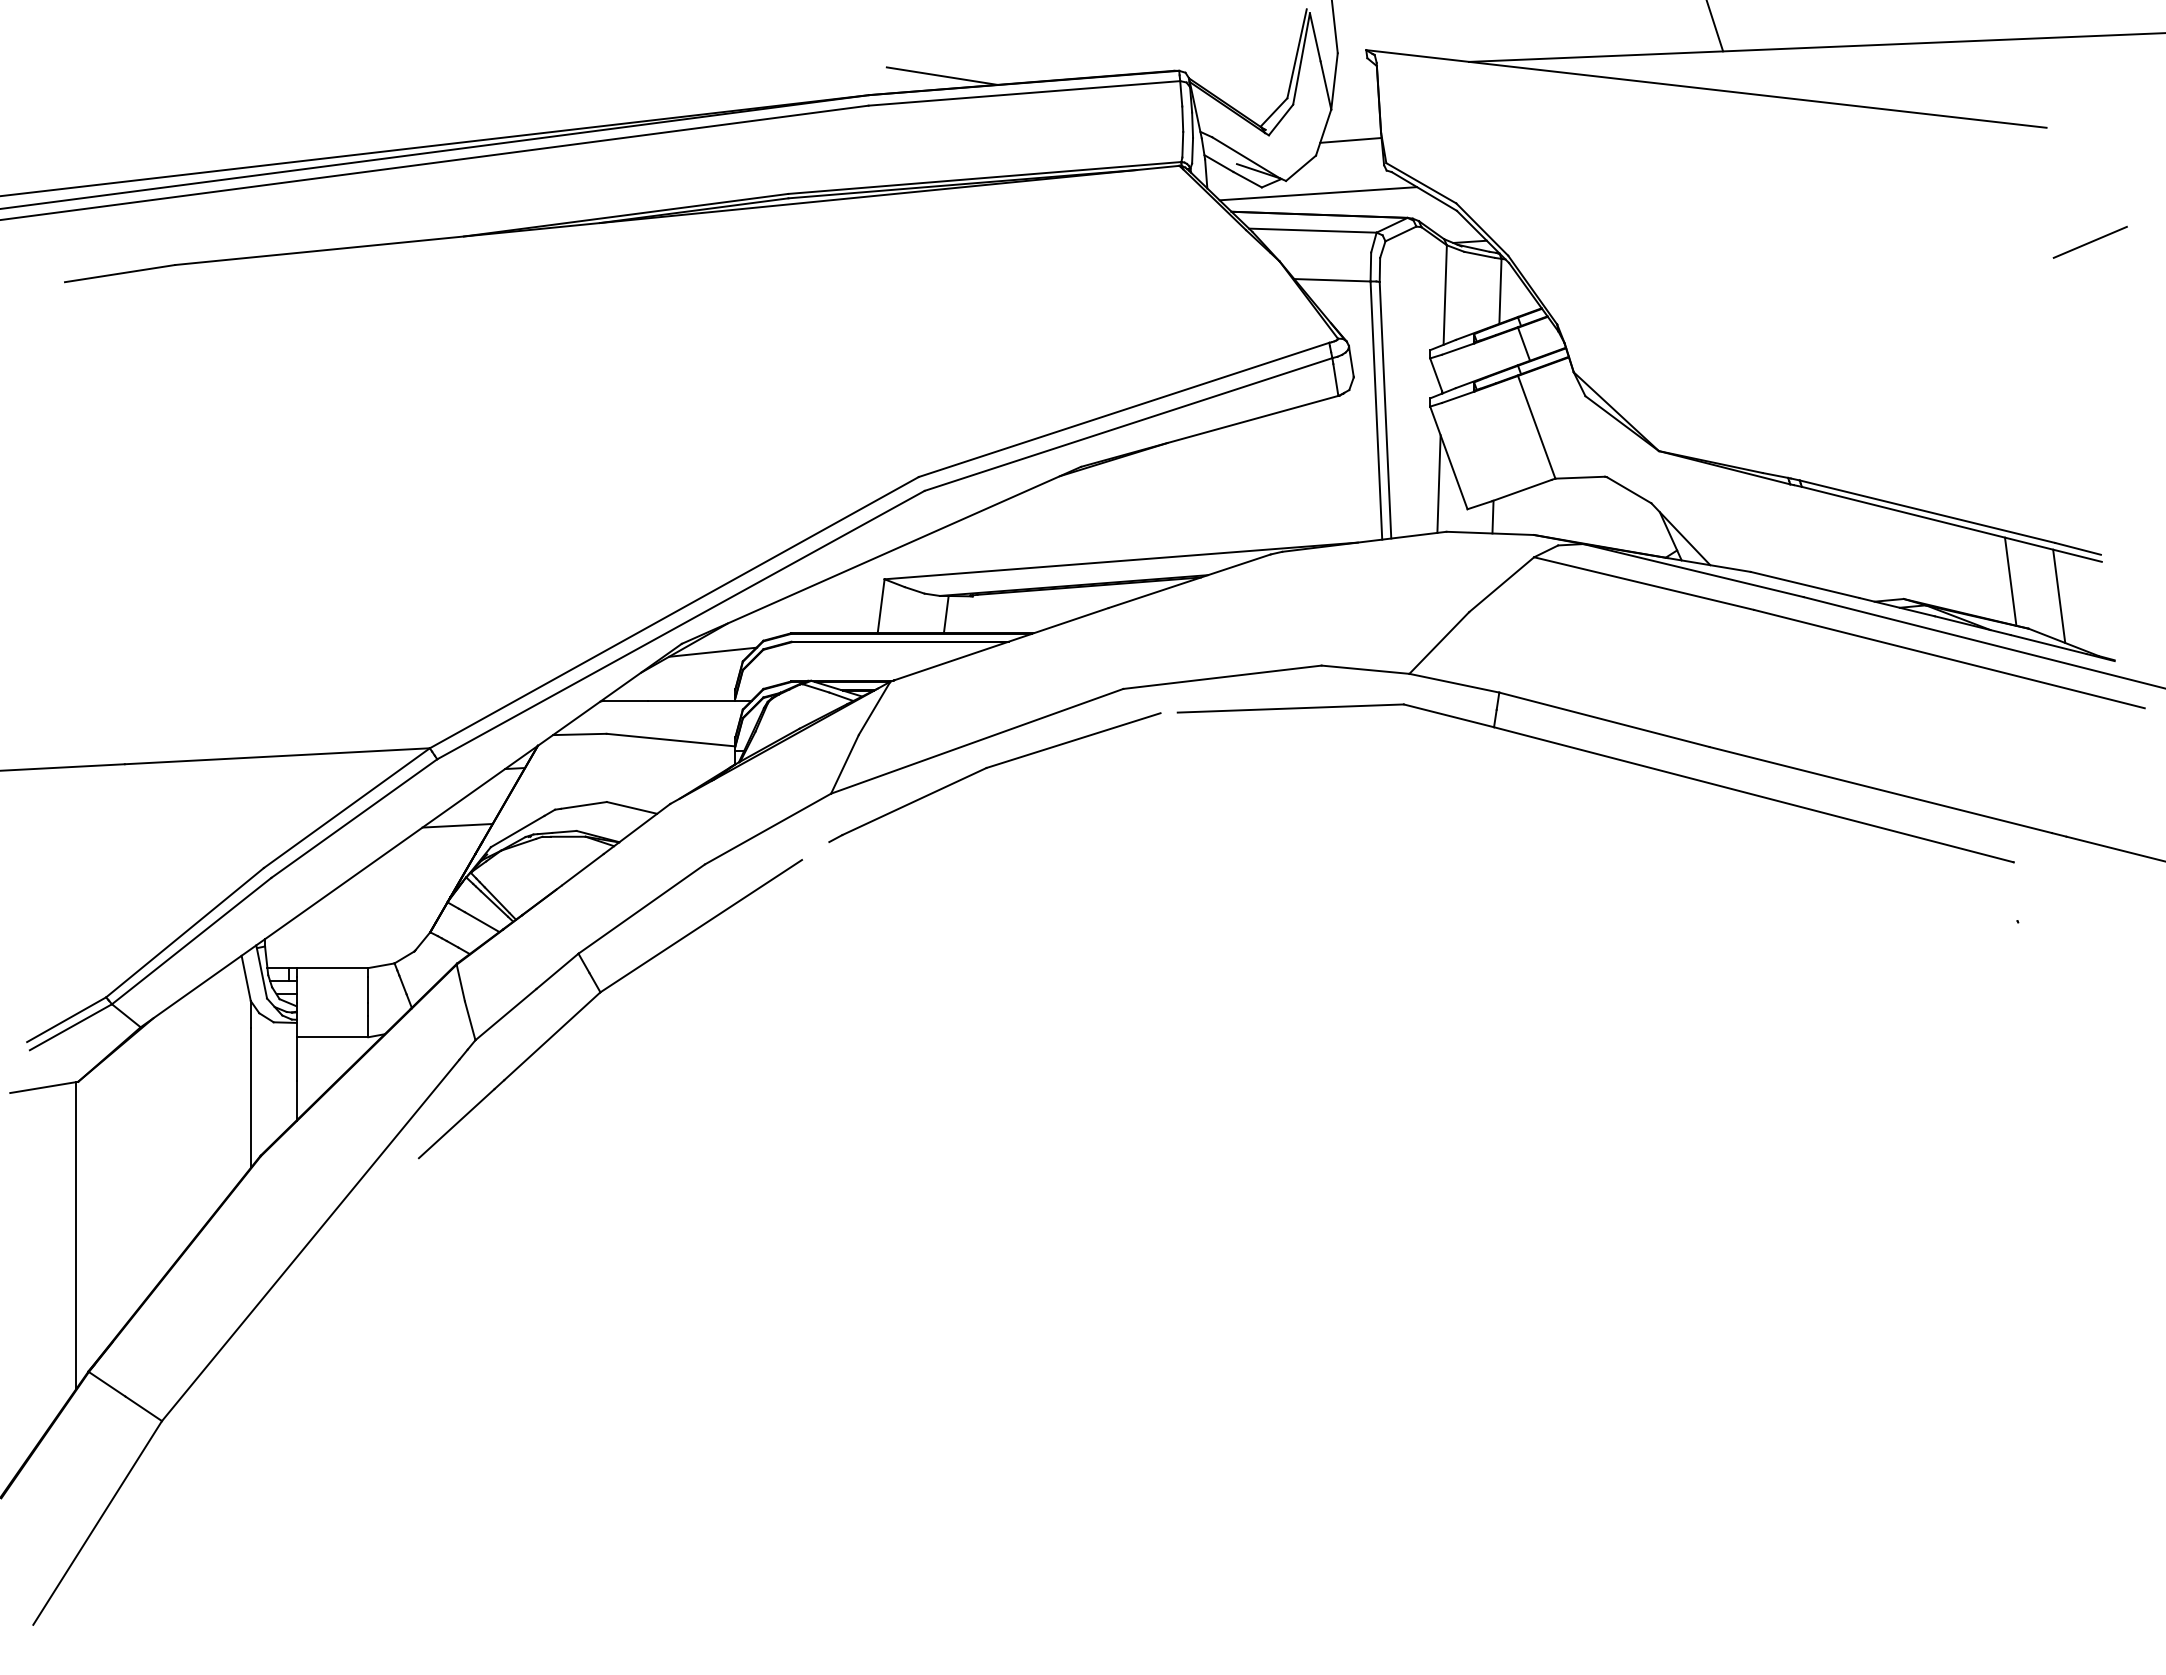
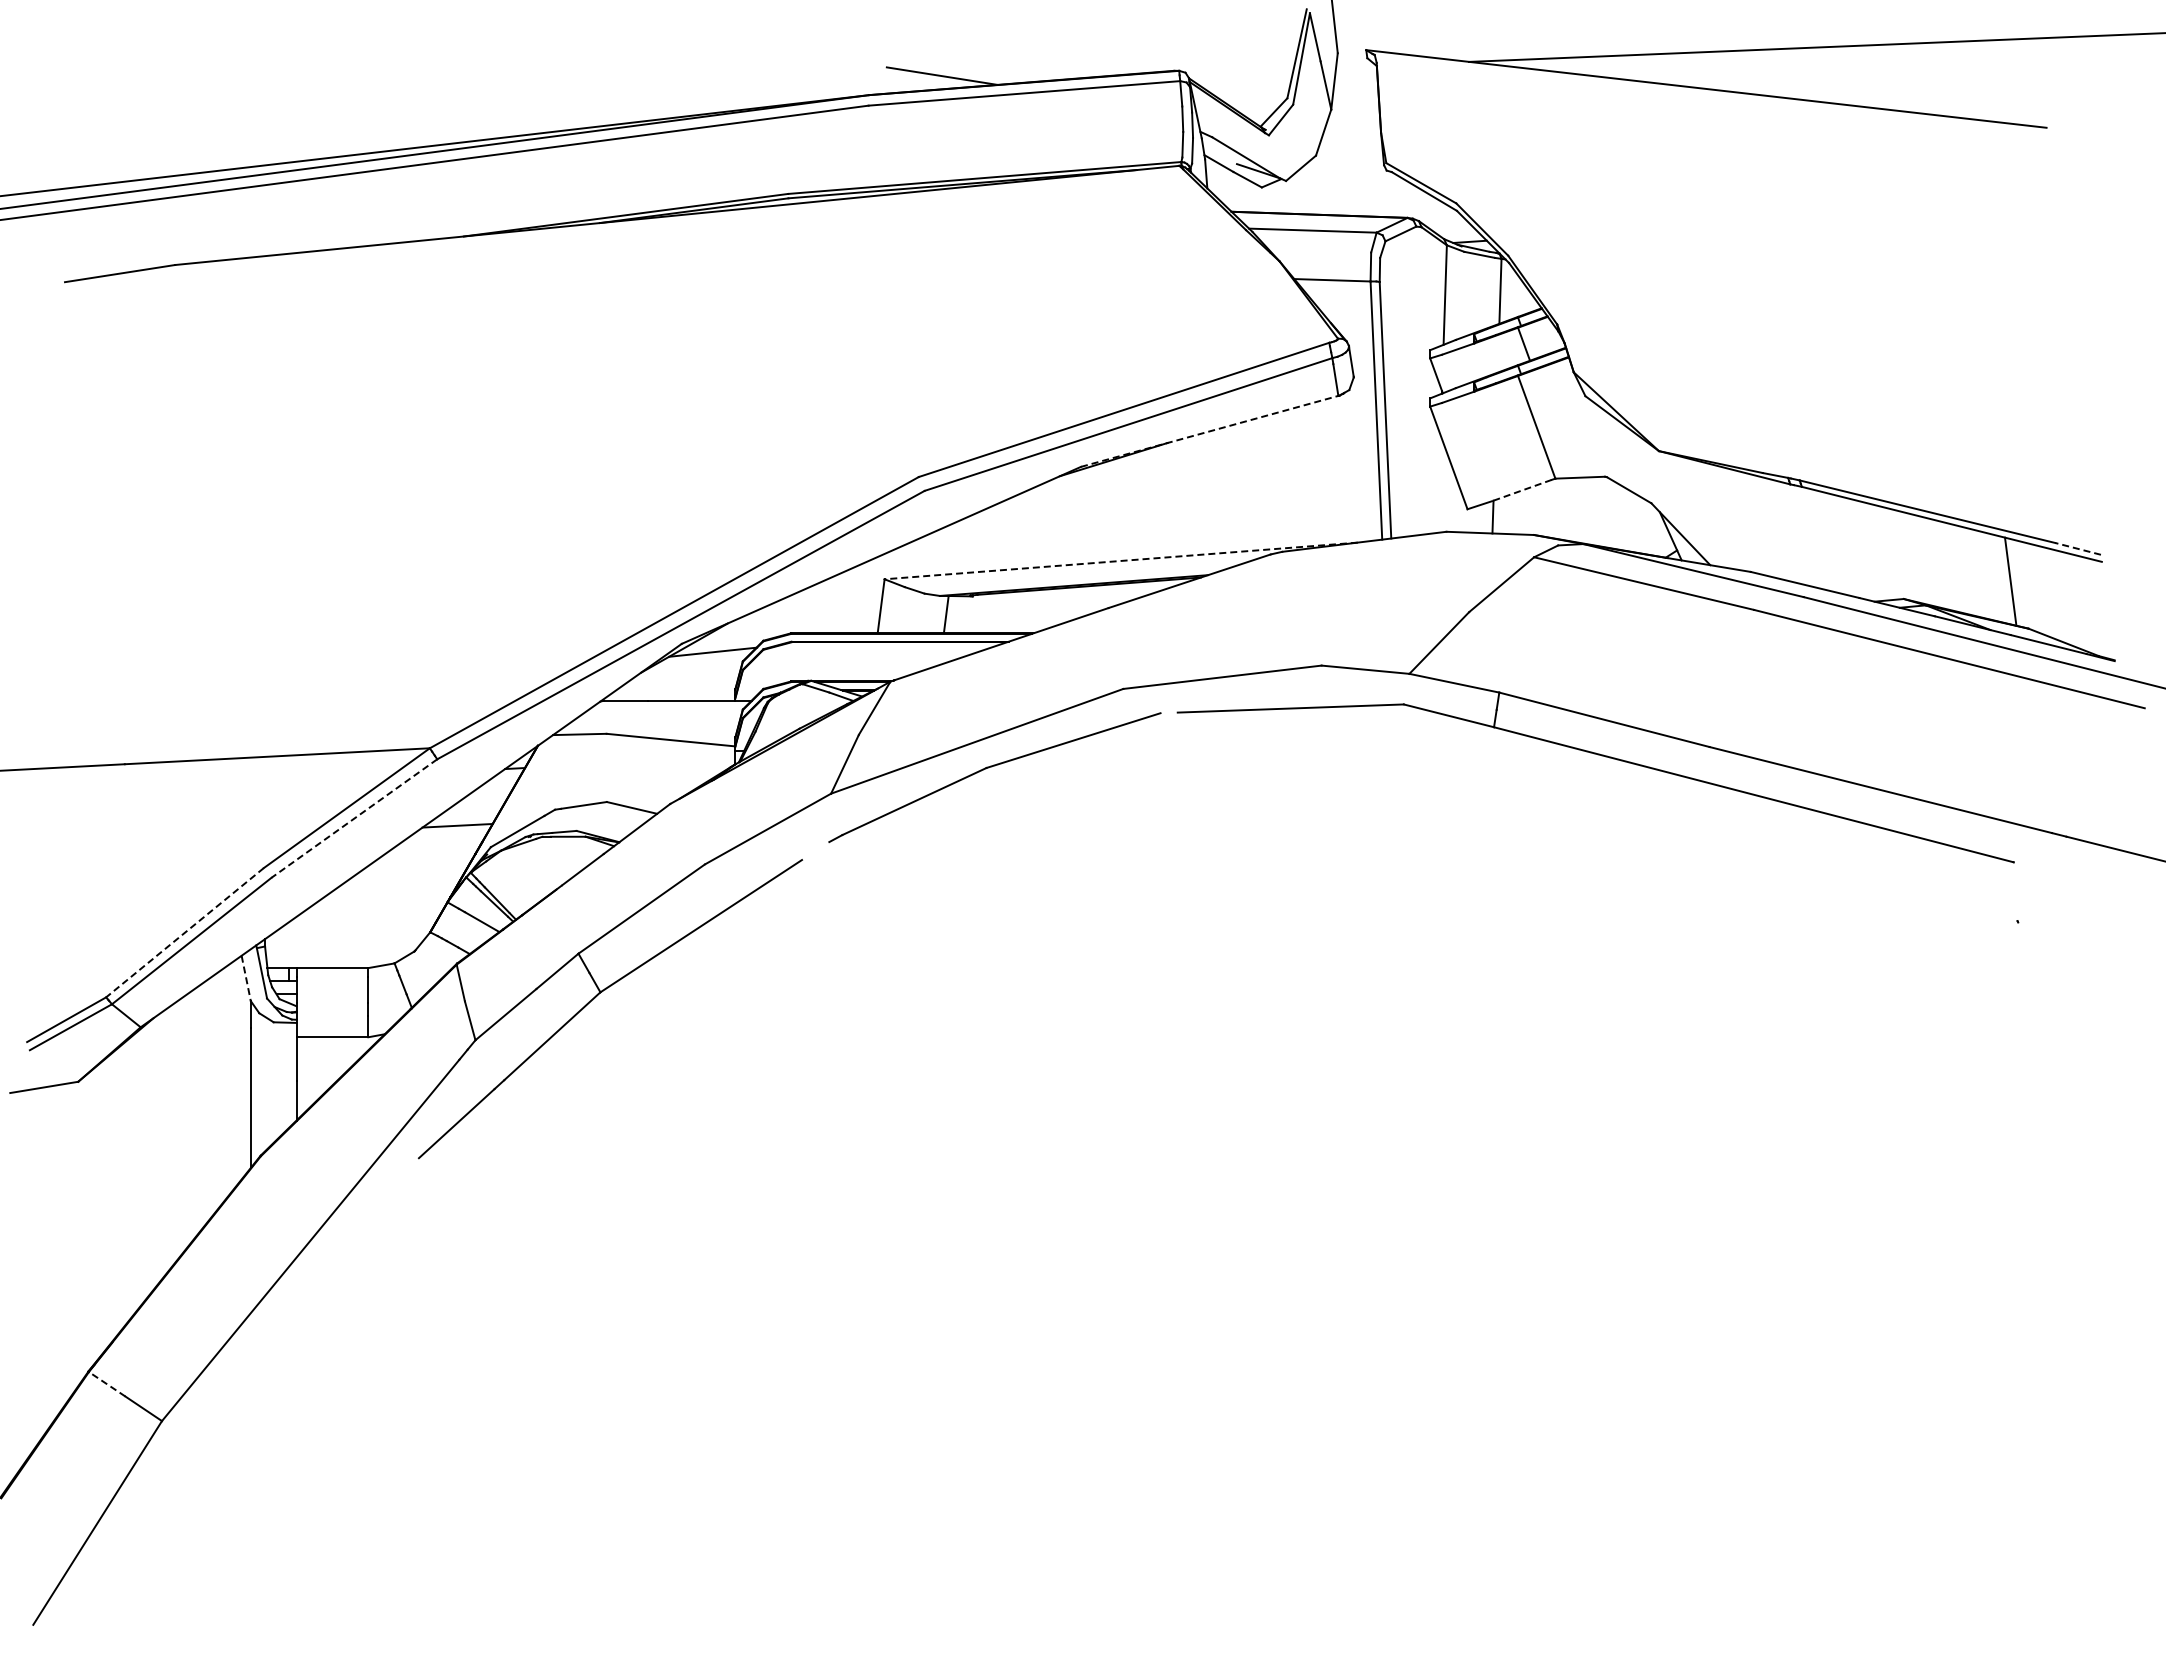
line at (1715, 26): present -> none
line at (1350, 140): present -> none
line at (1318, 193): present -> none
line at (2089, 241): present -> none
line at (1210, 431): solid -> dashed
line at (1438, 483): present -> none
line at (1521, 490): solid -> dashed
line at (2078, 548): solid -> dashed
line at (1120, 560): solid -> dashed
line at (2059, 595): present -> none
line at (354, 818): solid -> dashed
line at (184, 933): solid -> dashed
line at (246, 978): solid -> dashed
line at (75, 1235): present -> none
line at (106, 1384): solid -> dashed
